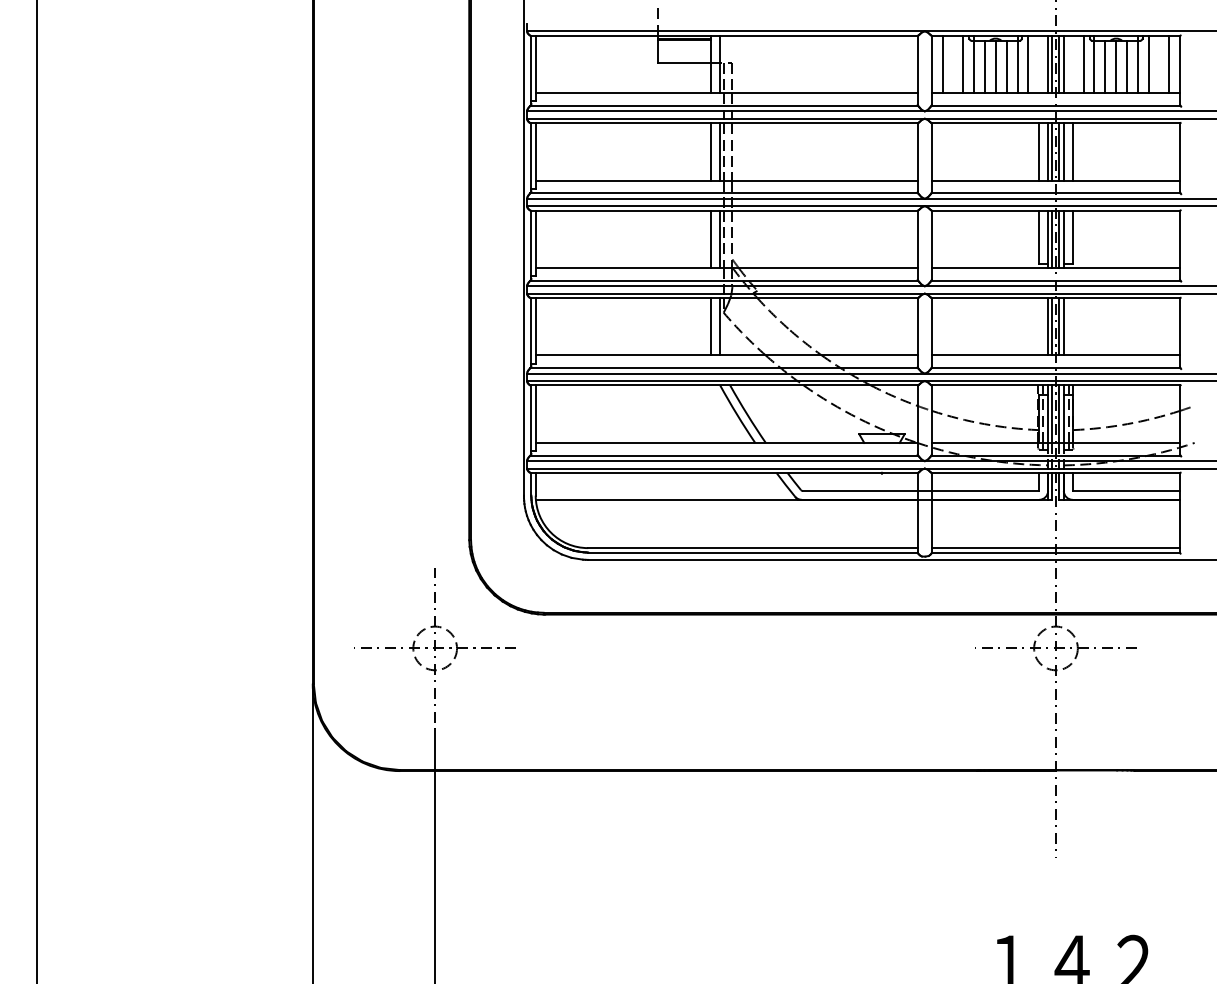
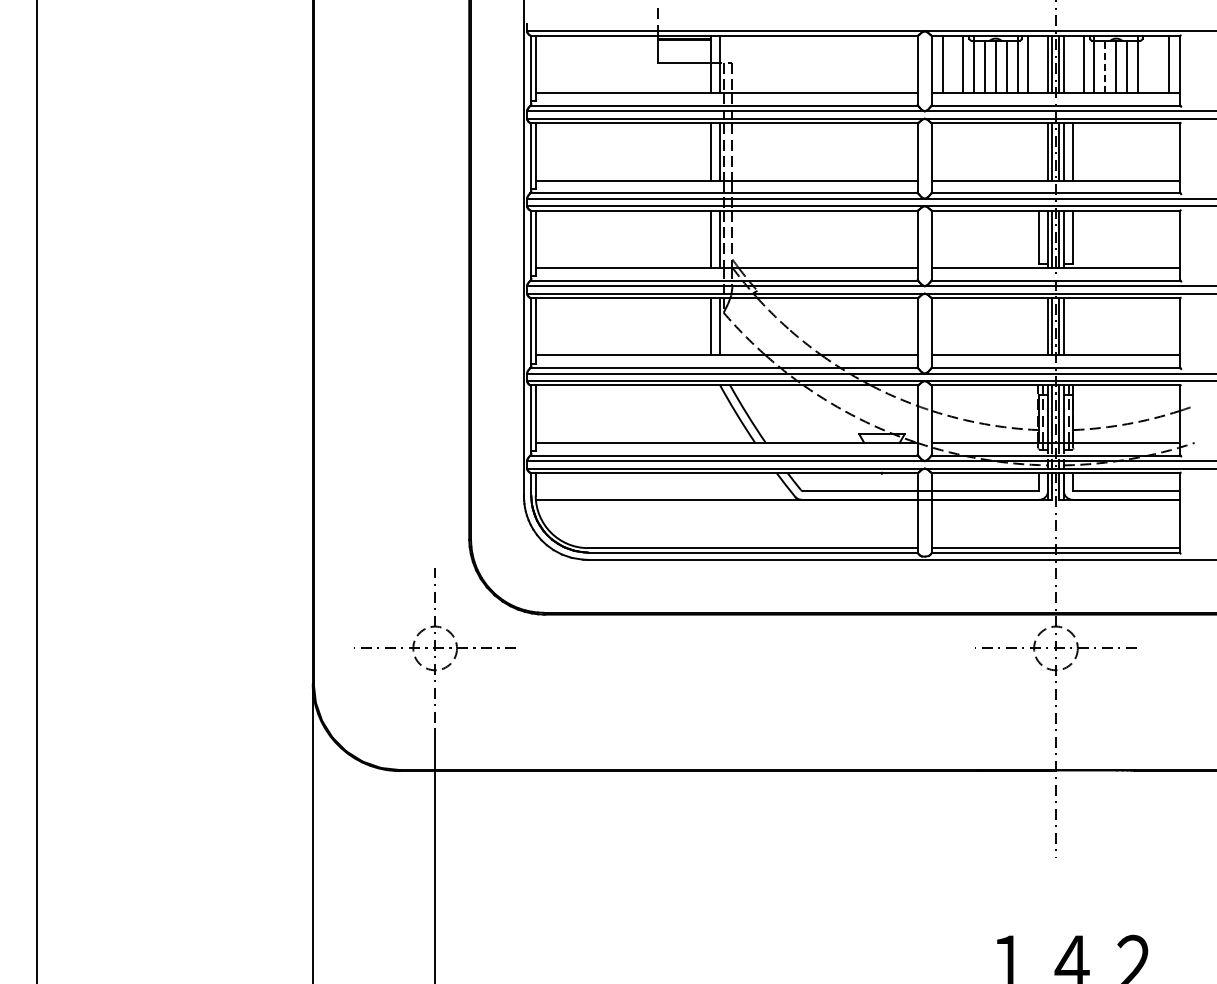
line at (1149, 64): present -> none
line at (1105, 66): solid -> dashed
line at (1039, 151): present -> none
